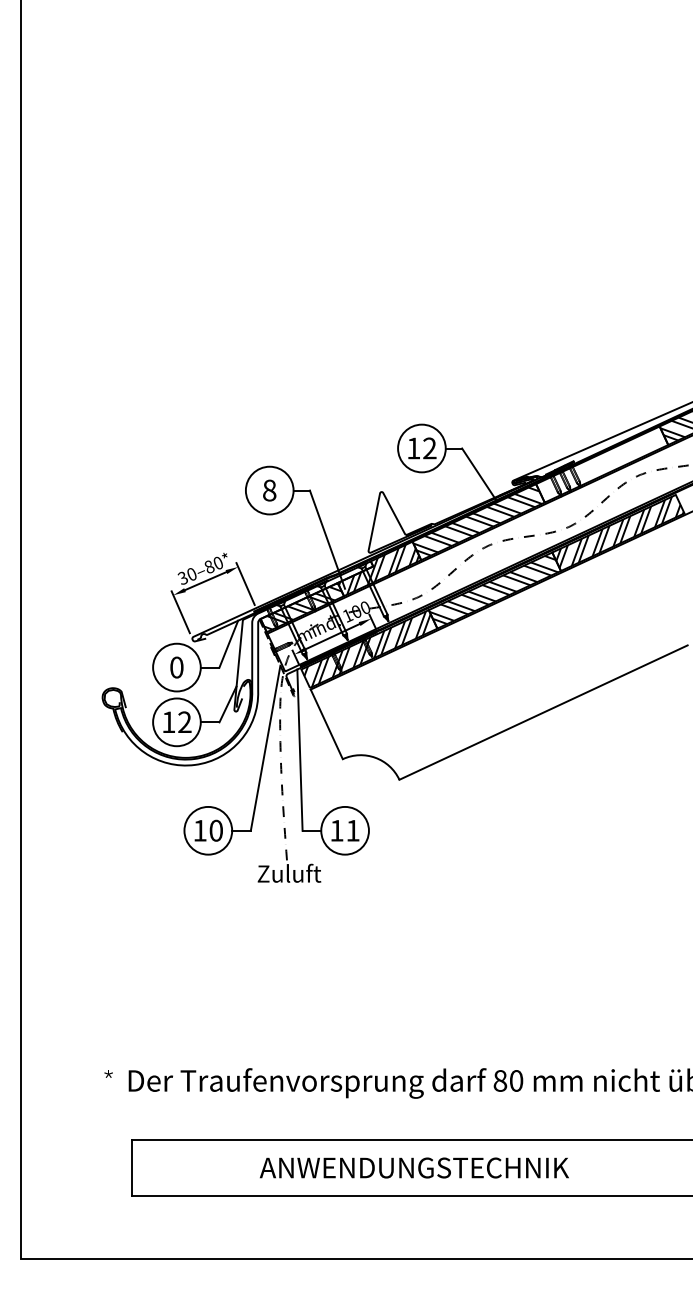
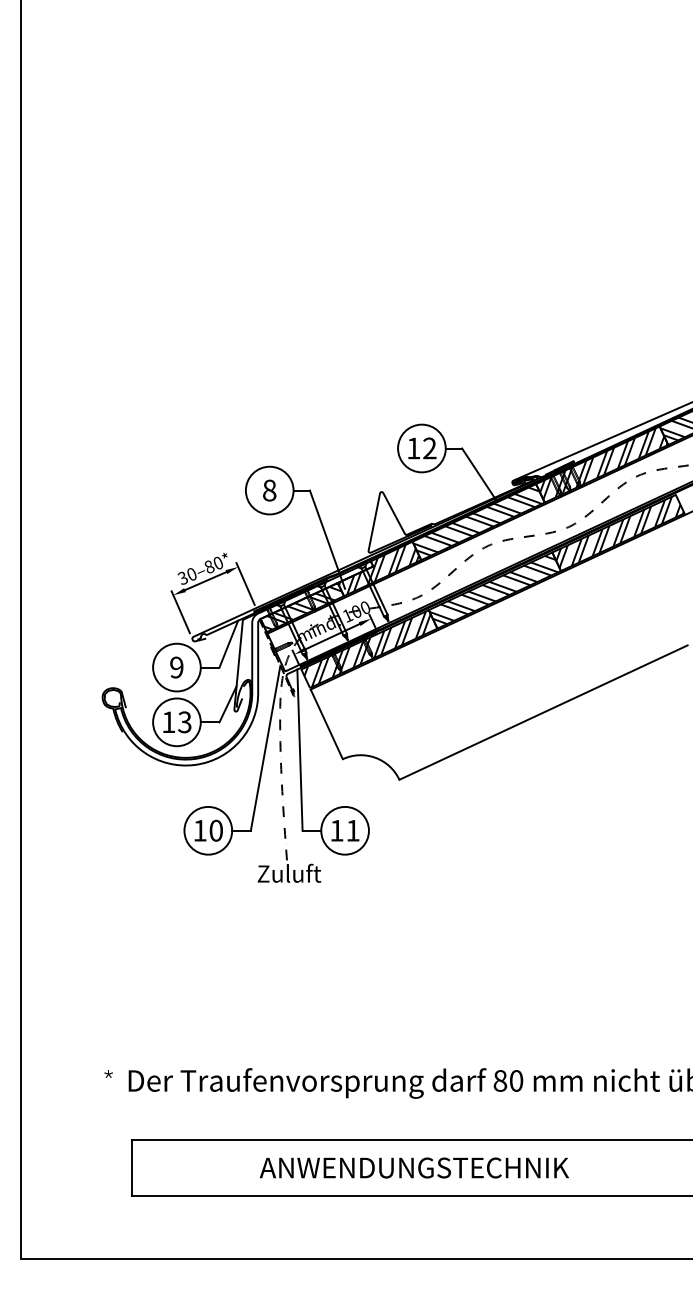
hatch at (603, 463): none -> present
text at (176, 667): 0 -> 9
text at (184, 722): 12 -> 13
